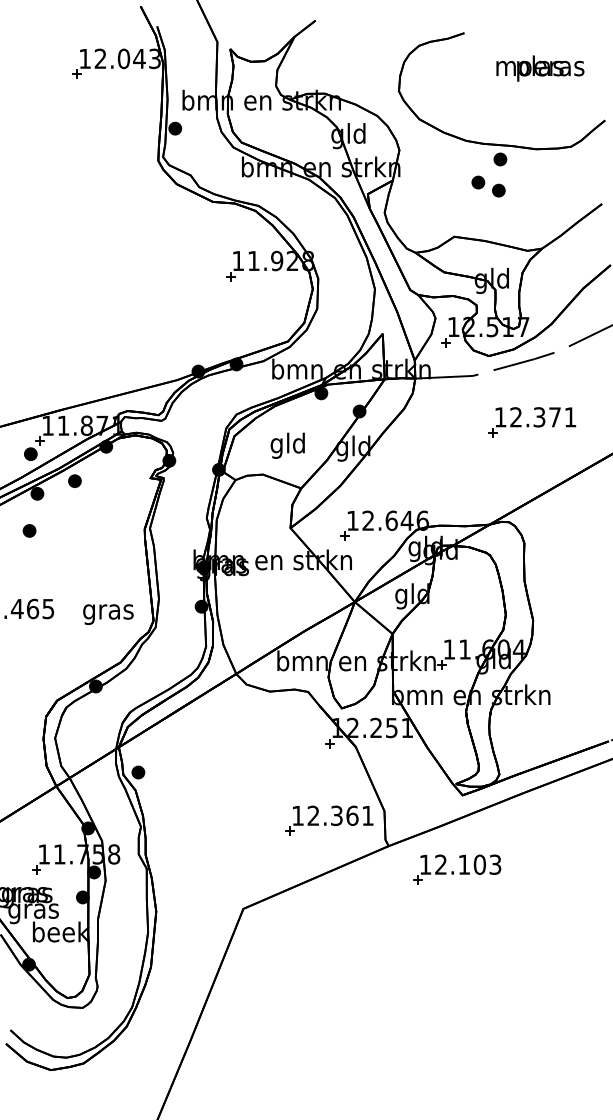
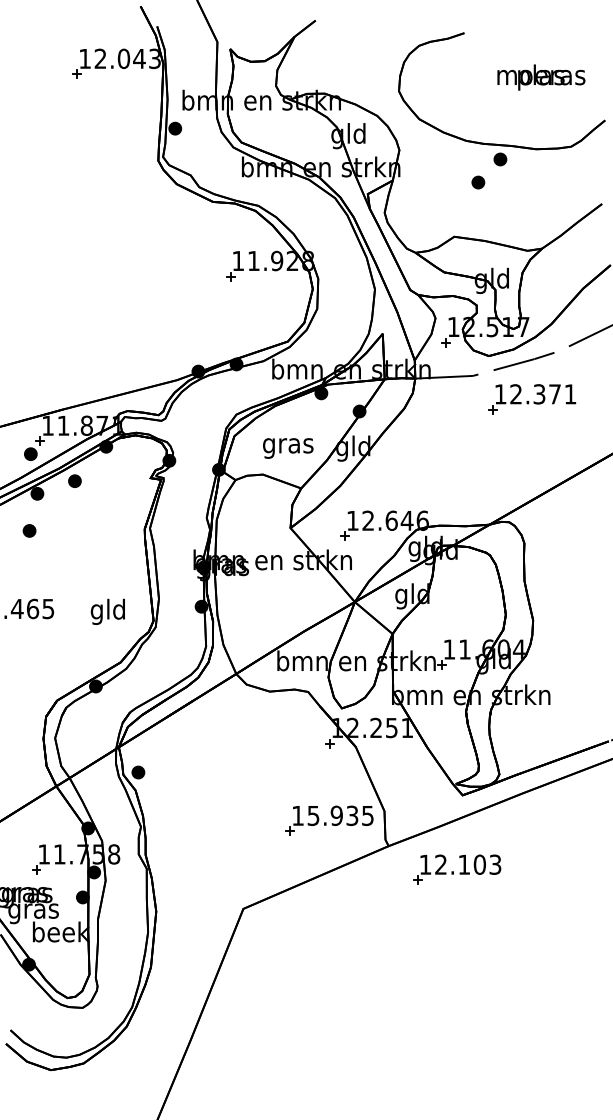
text at (540, 68) position: (540, 68) -> (541, 77)
part at (498, 190): present -> none
part at (532, 422) position: (532, 422) -> (532, 399)
text at (288, 445): gld -> gras
text at (108, 611): gras -> gld
text at (340, 815): 12.361 -> 15.935
